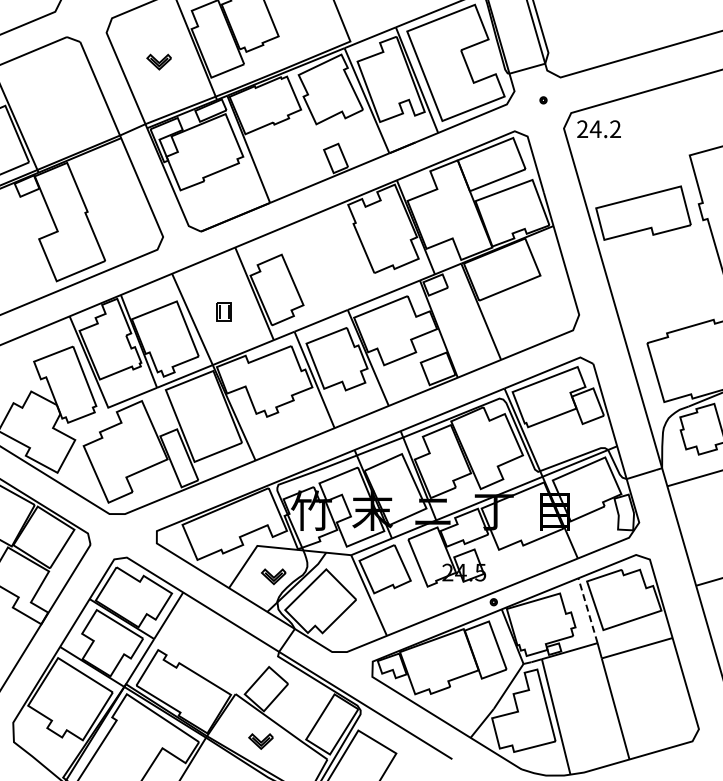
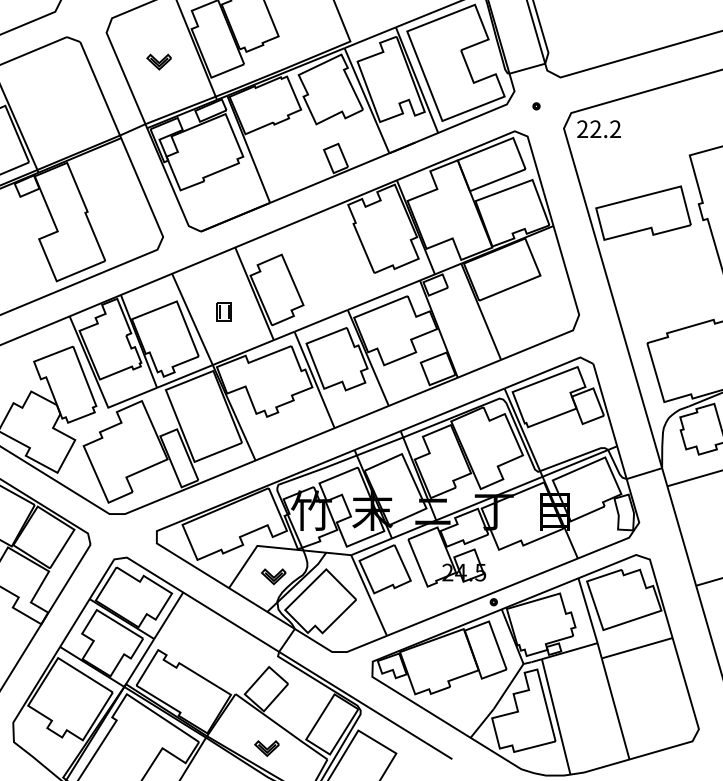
part at (543, 100) position: (543, 100) -> (536, 106)
text at (595, 128): 24.2 -> 22.2
line at (588, 610): dashed -> solid
part at (260, 741) position: (260, 741) -> (266, 748)
